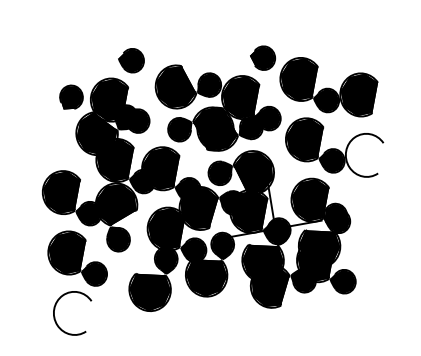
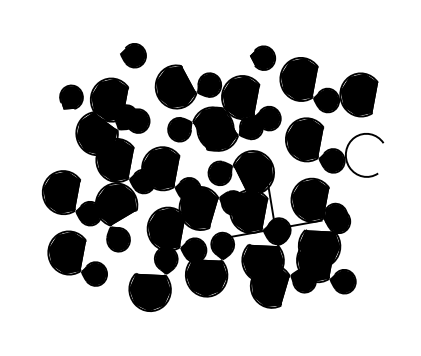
part at (131, 60) position: (131, 60) -> (133, 55)
curve at (55, 316): present -> none
